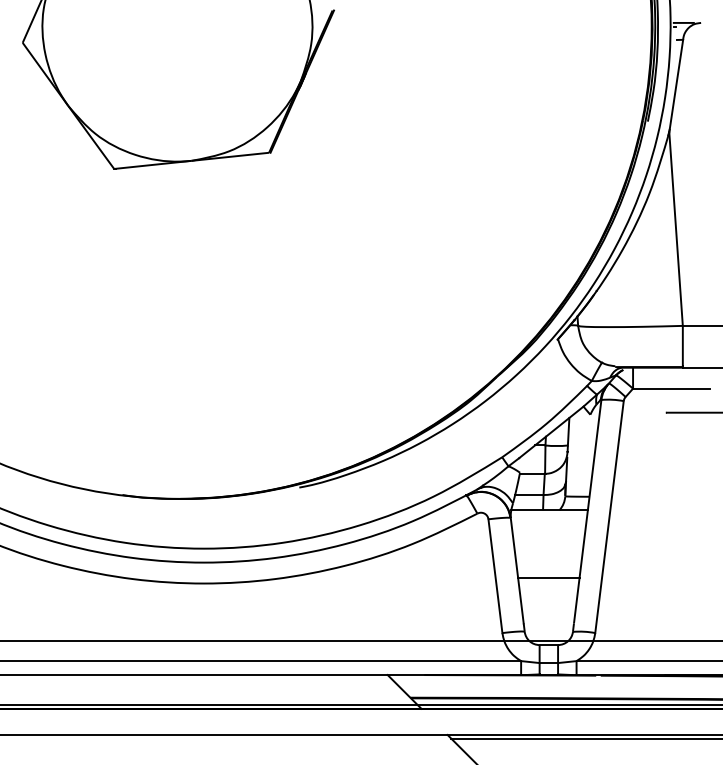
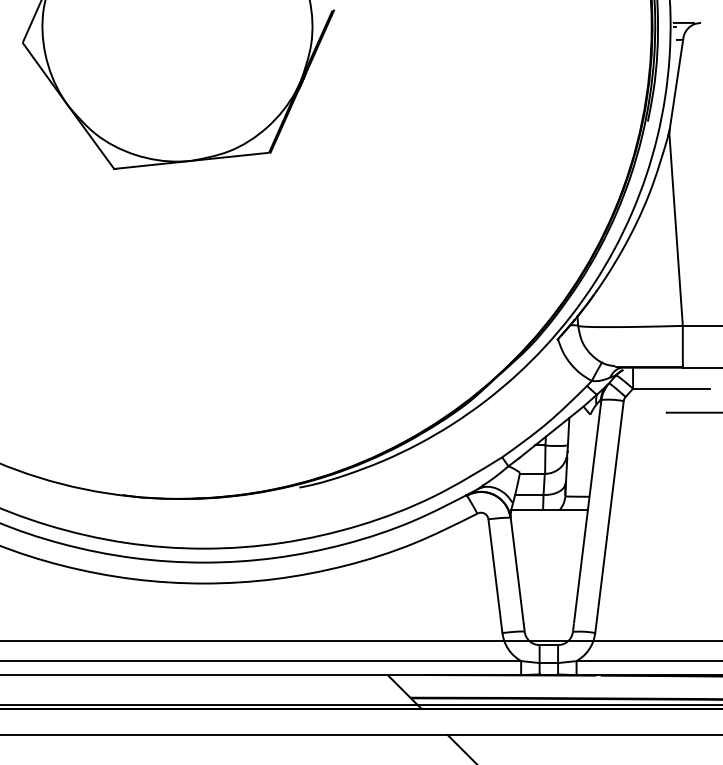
line at (548, 578): present -> none
line at (585, 738): present -> none
